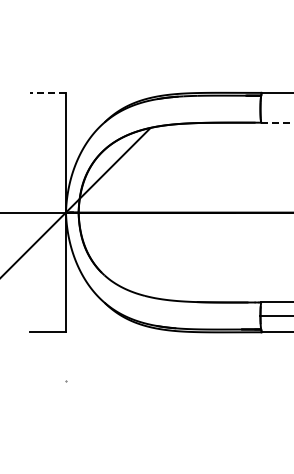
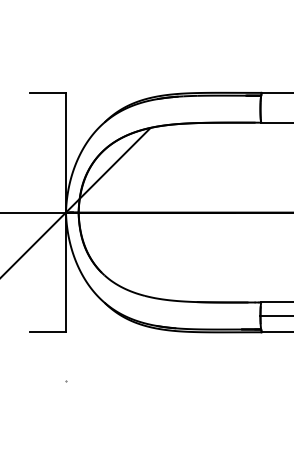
line at (48, 92): dashed -> solid
line at (277, 122): dashed -> solid
